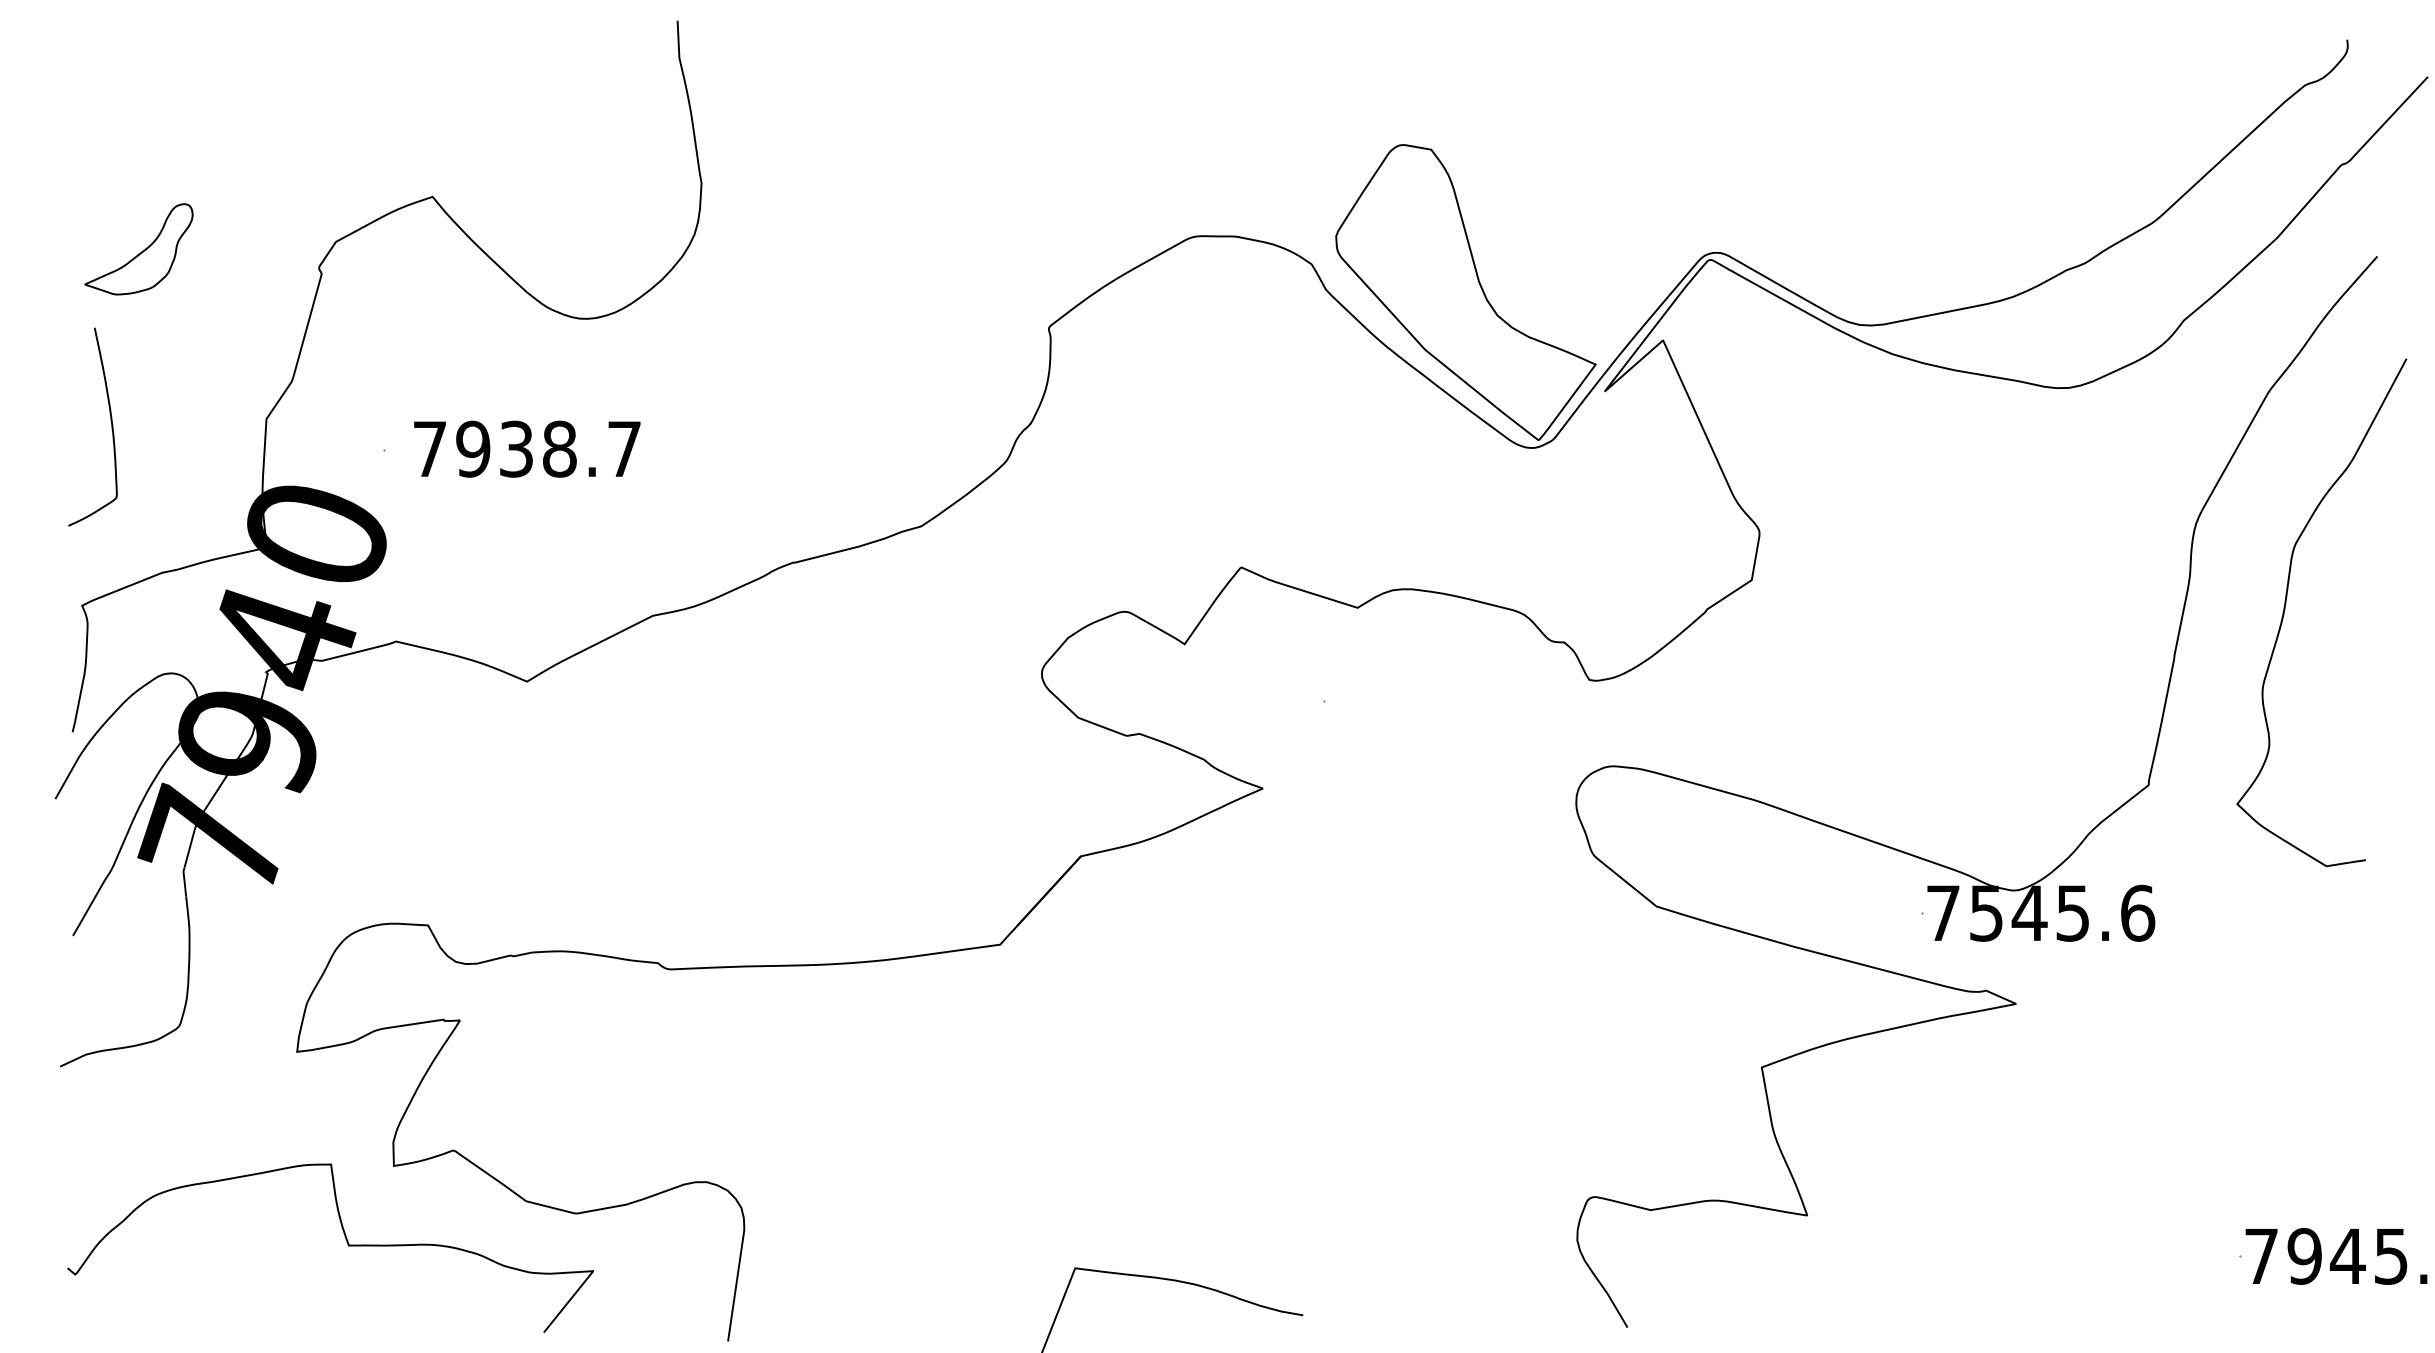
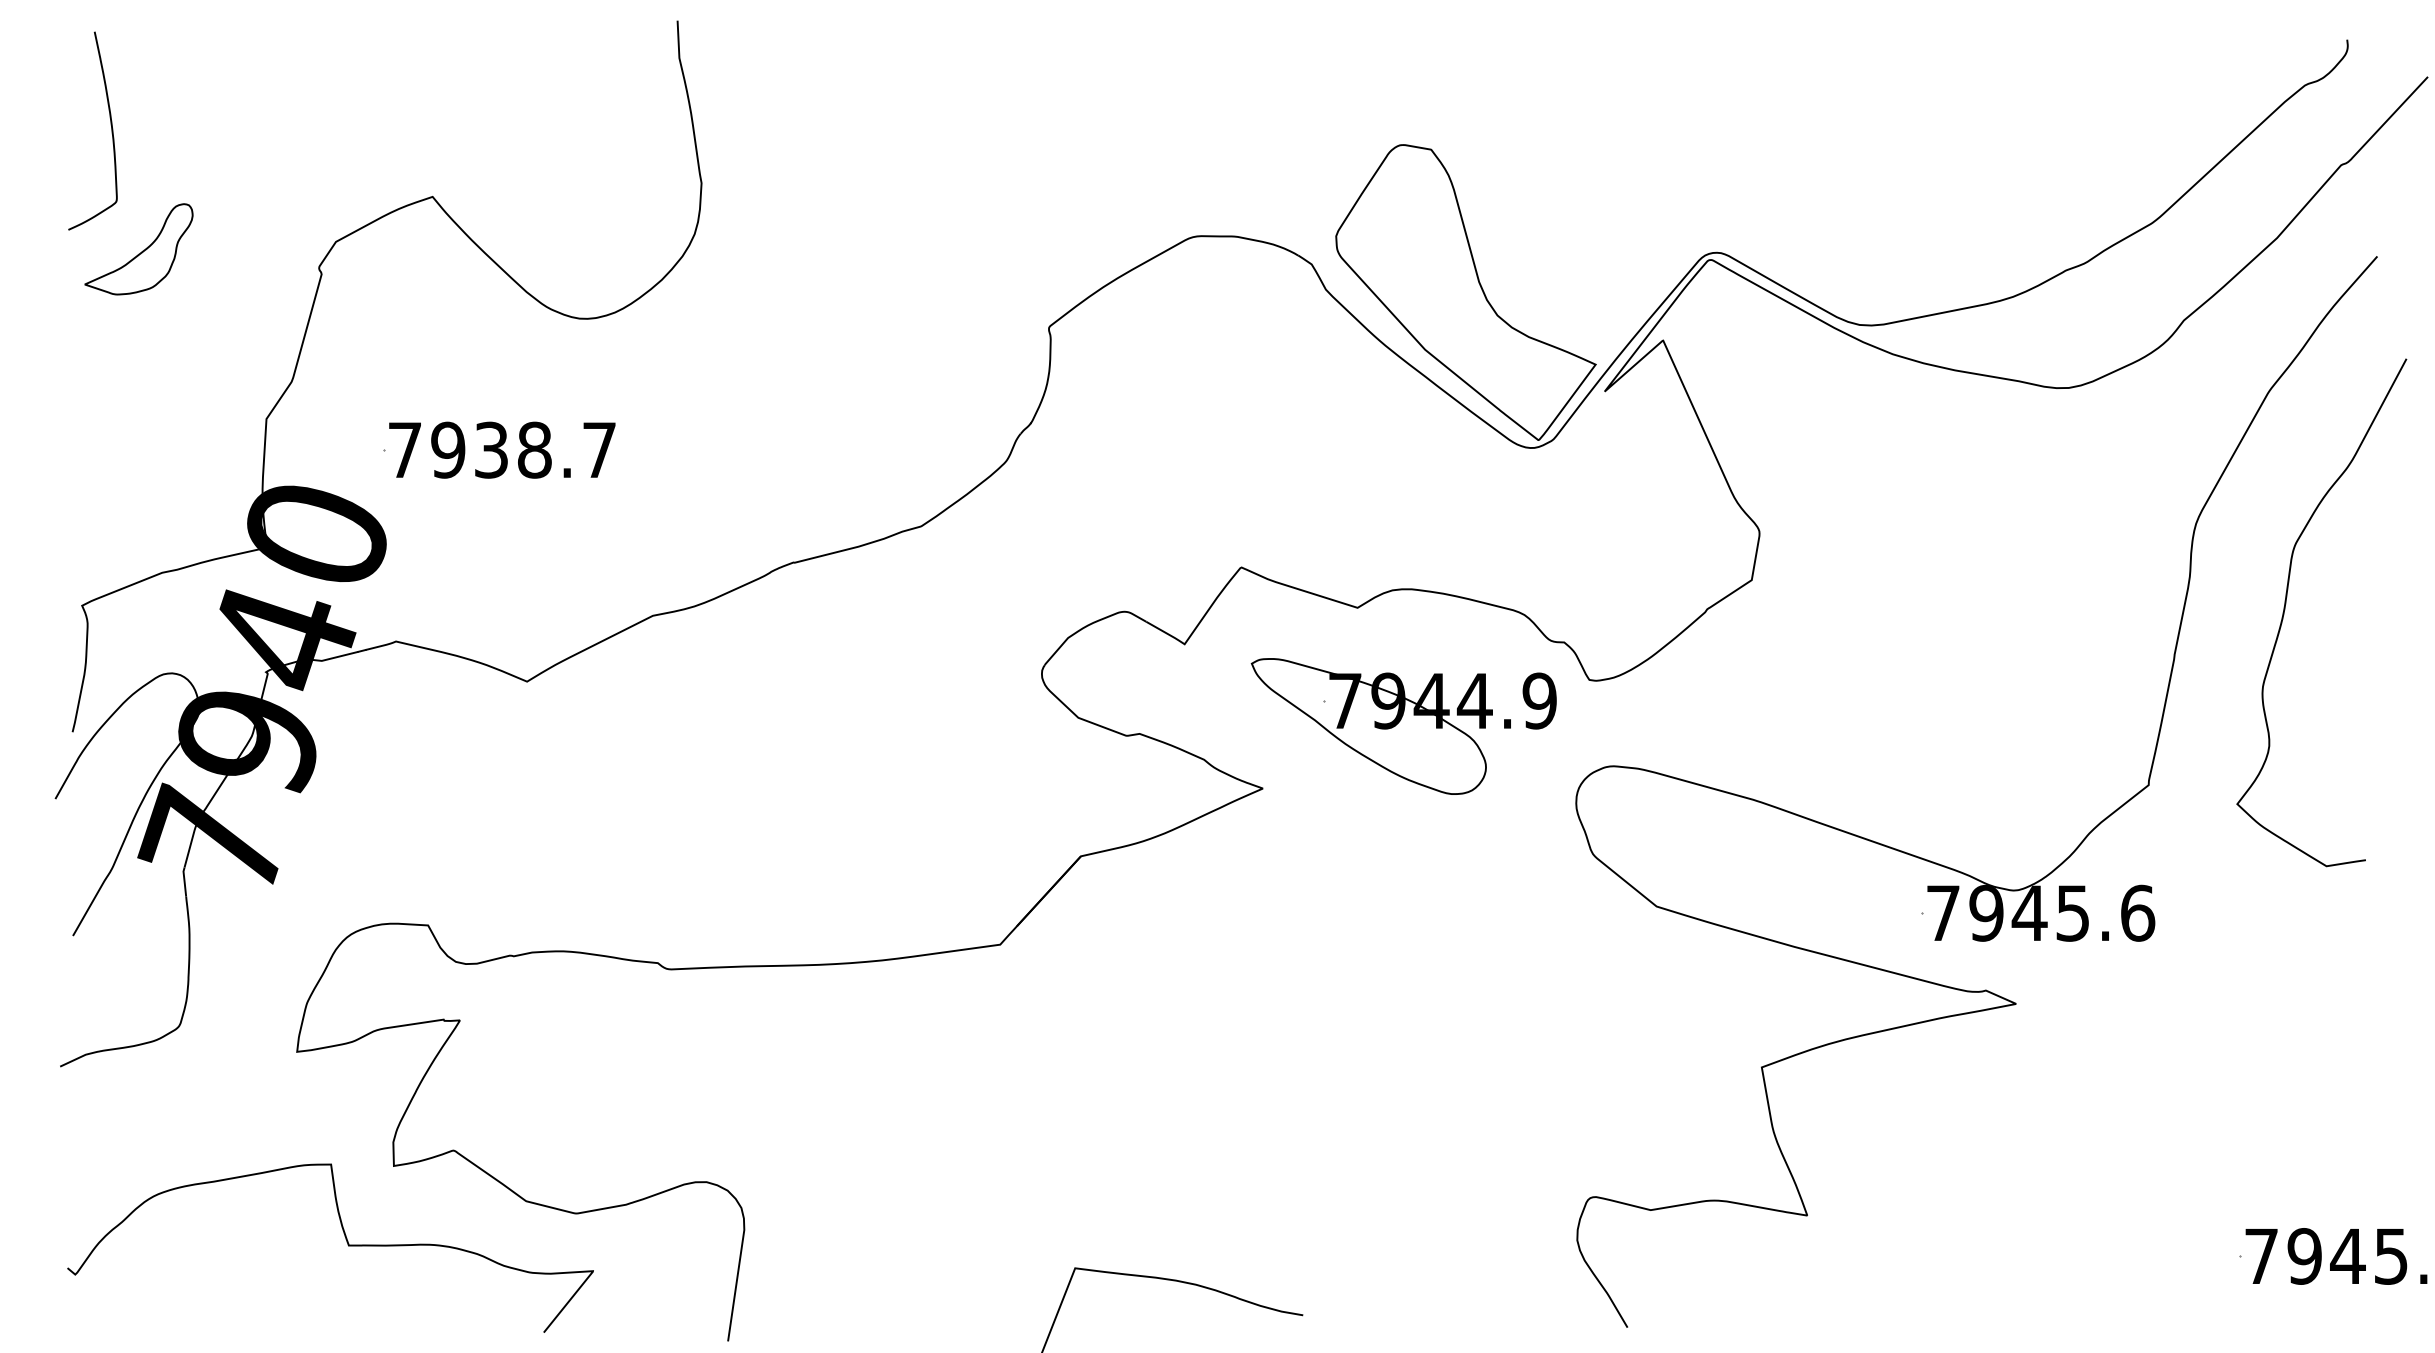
curve at (110, 421) position: (110, 421) -> (110, 125)
text at (527, 448) position: (527, 448) -> (502, 449)
part at (1403, 726): none -> present
text at (1986, 912): 7545.6 -> 7945.6
